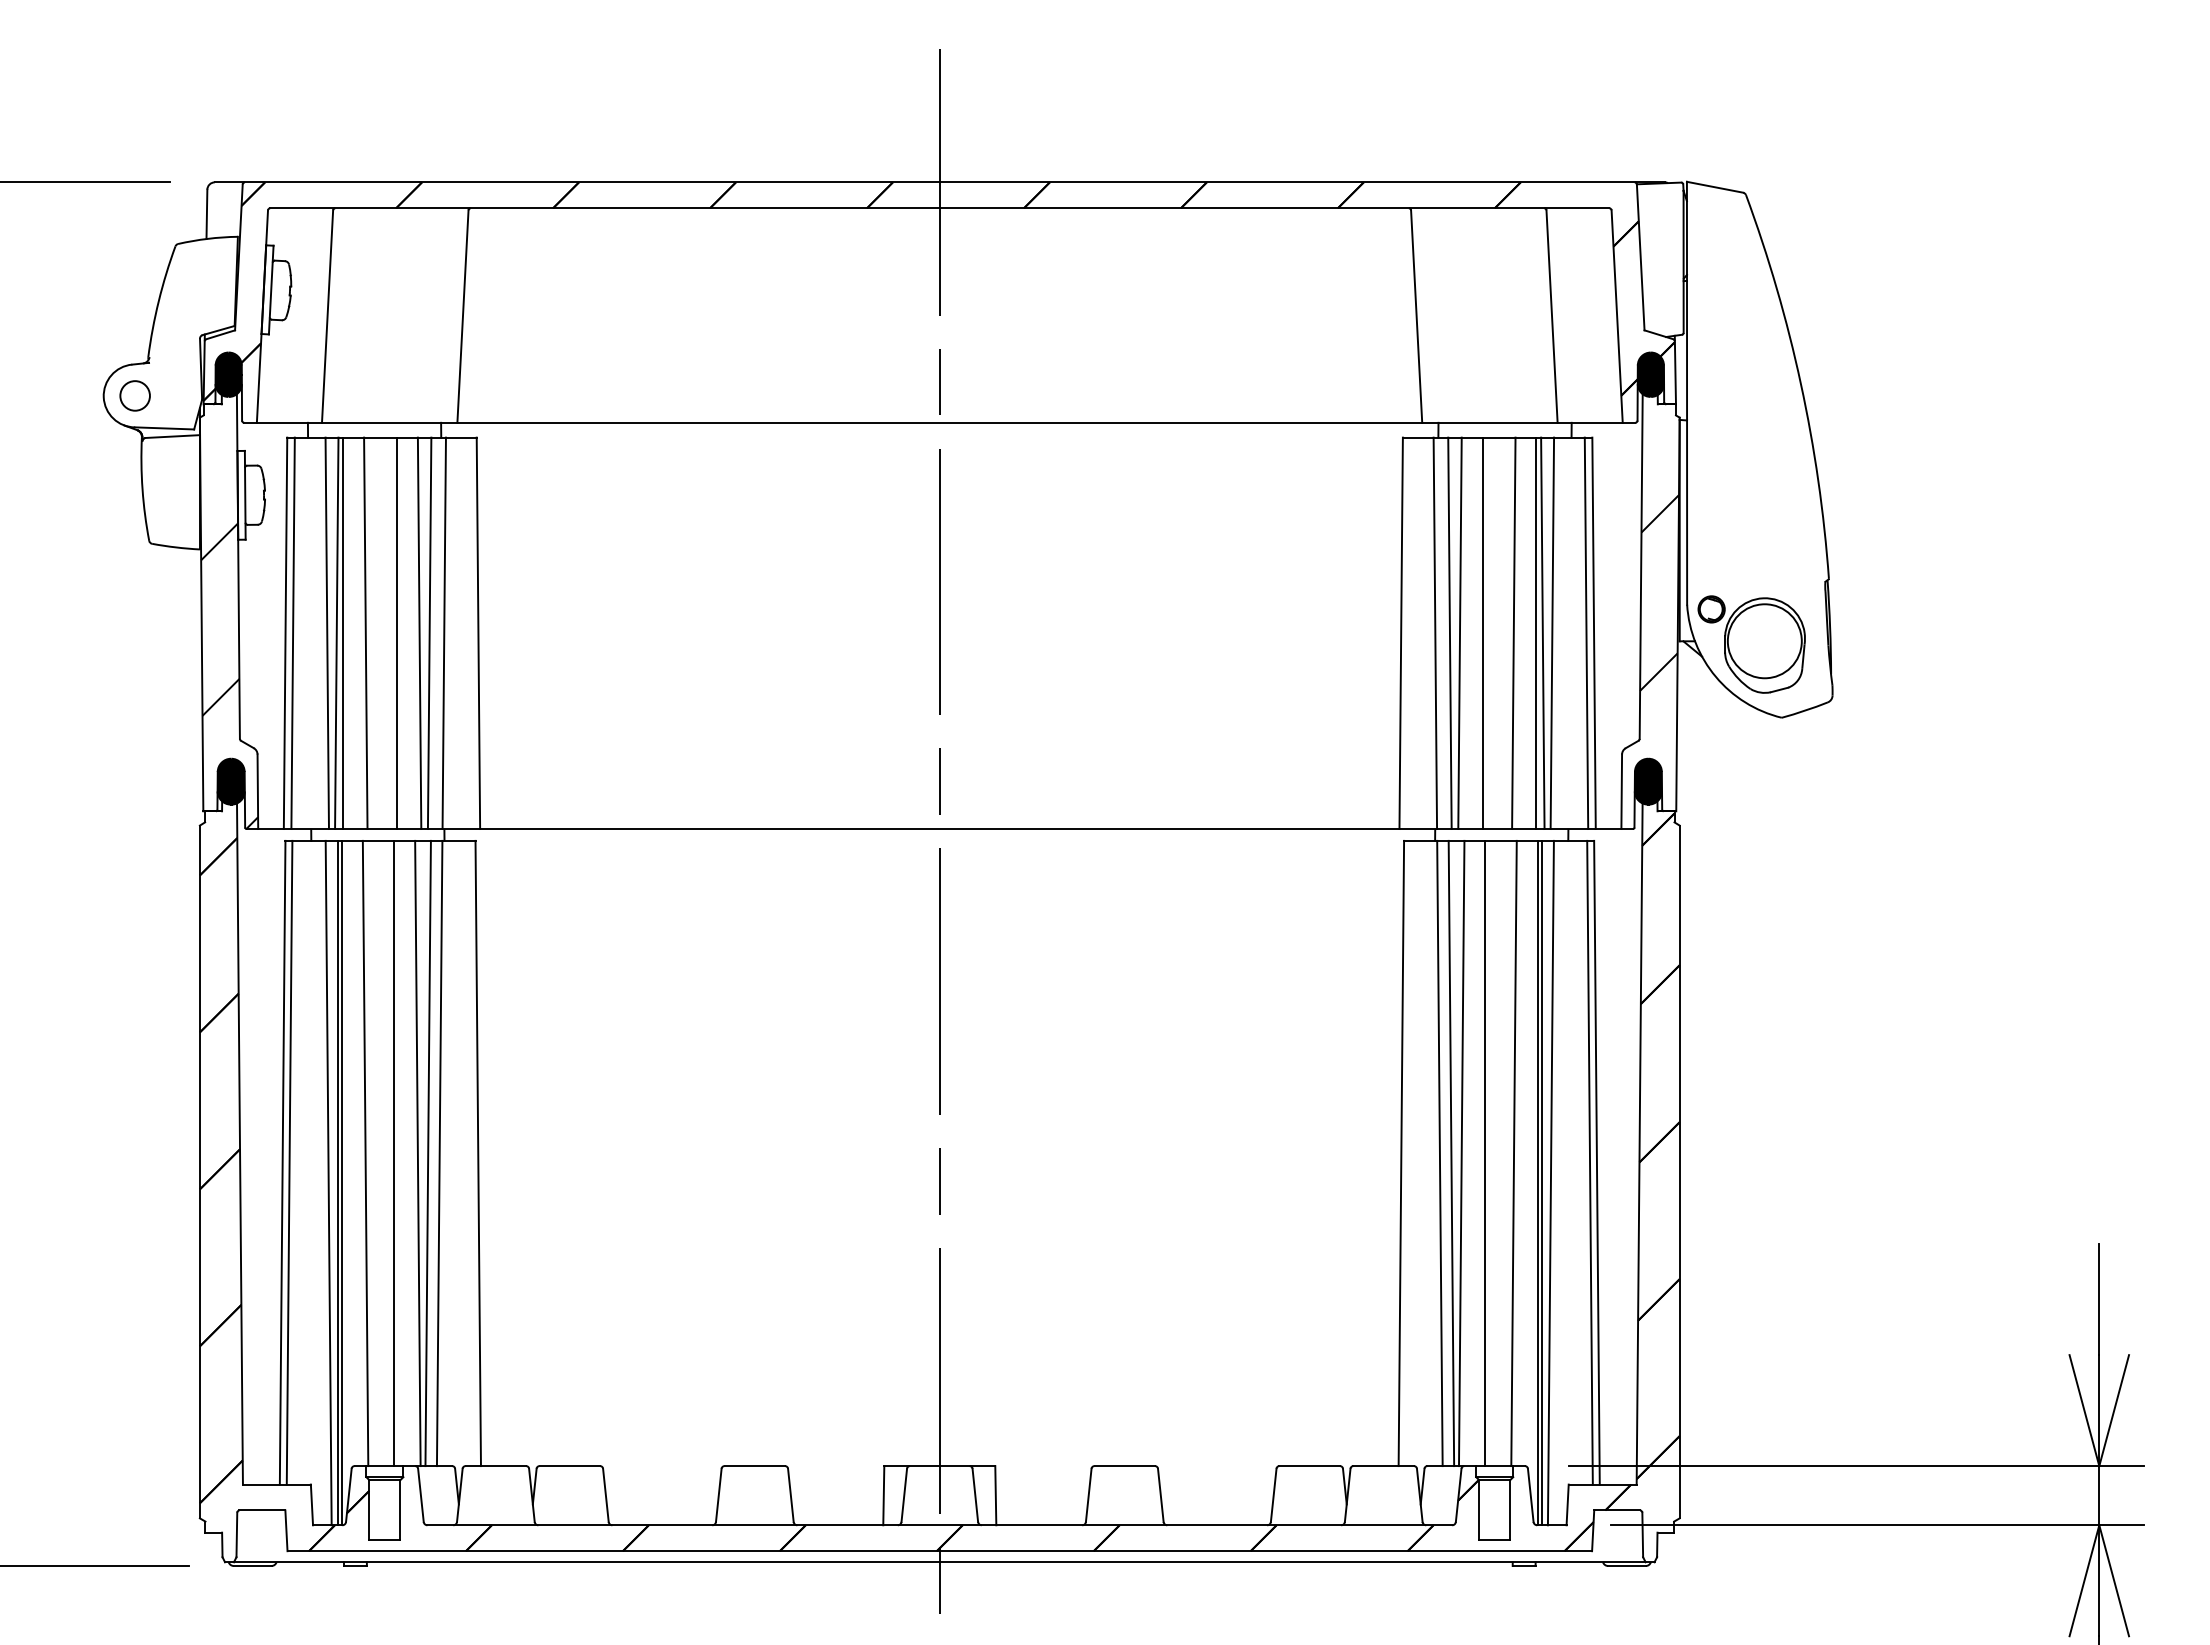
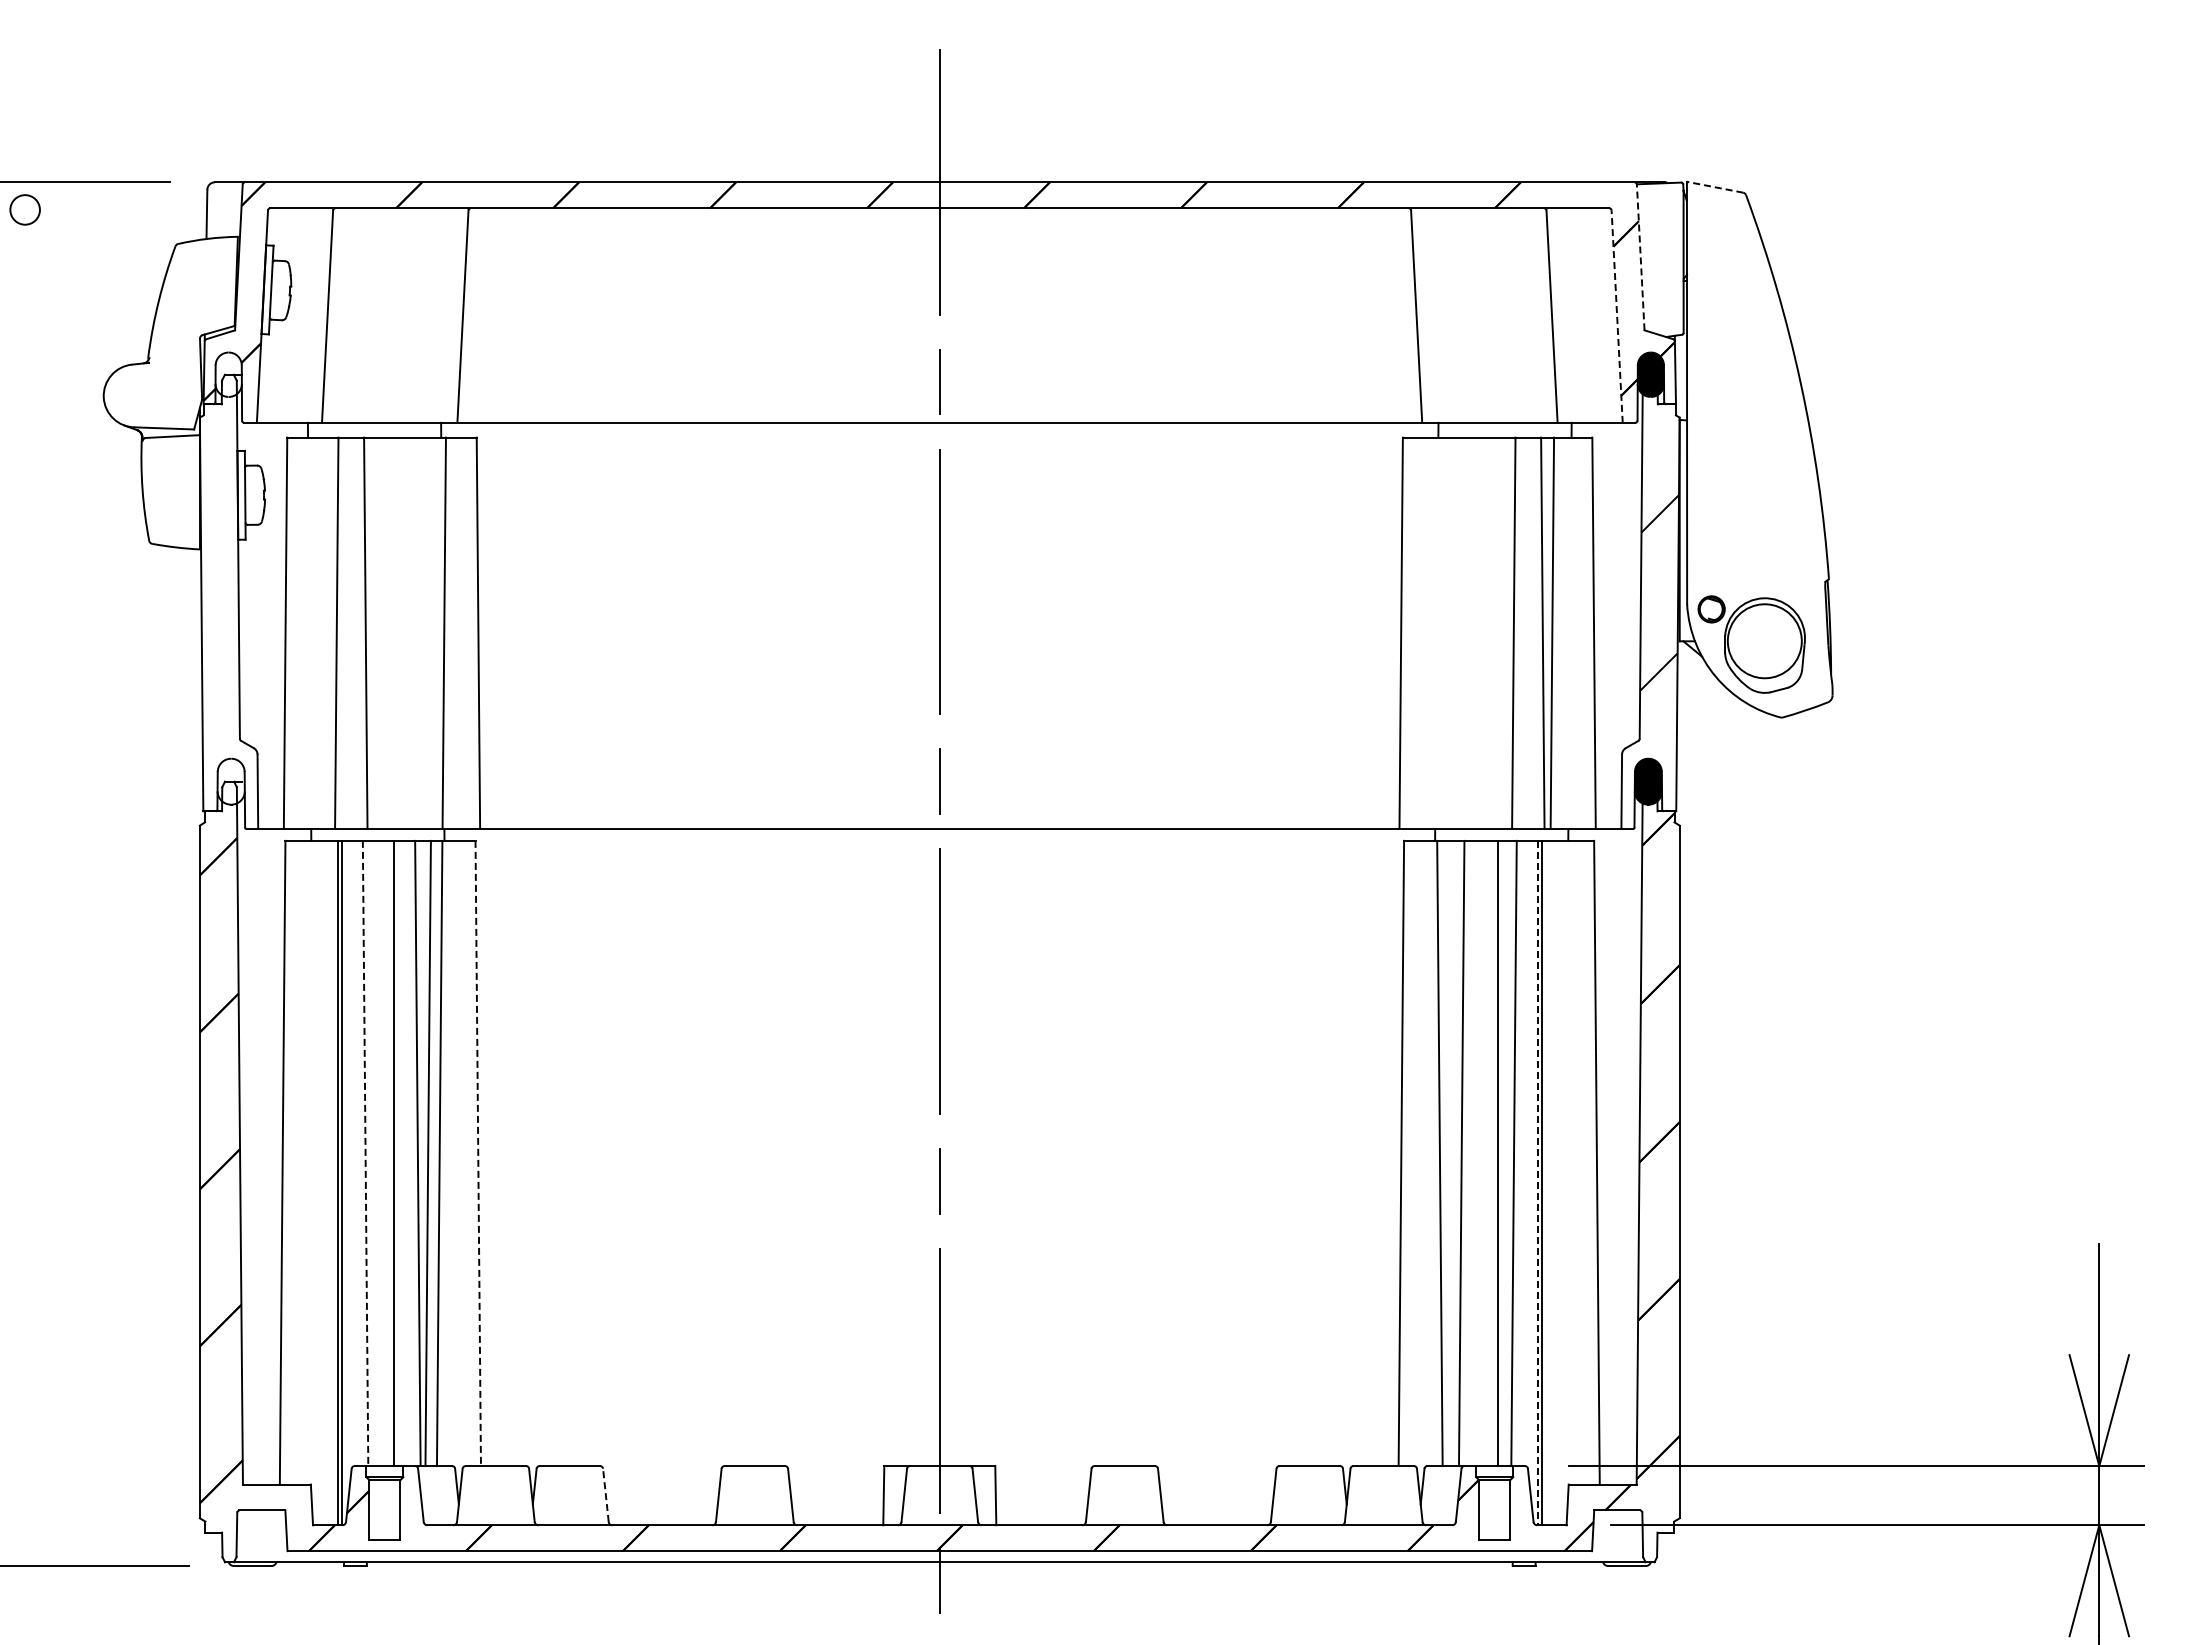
line at (1715, 187): solid -> dashed
line at (1640, 256): solid -> dashed
line at (1617, 316): solid -> dashed
fill at (228, 374): present -> none
circle at (134, 395) position: (134, 395) -> (24, 209)
line at (292, 633): present -> none
line at (326, 633): present -> none
line at (343, 633): present -> none
line at (396, 633): present -> none
line at (419, 633): present -> none
line at (429, 633): present -> none
line at (1435, 633): present -> none
line at (1449, 633): present -> none
line at (1459, 633): present -> none
line at (1482, 633): present -> none
line at (1536, 633): present -> none
line at (1586, 633): present -> none
hatch at (229, 676): present -> none
fill at (230, 781): present -> none
line at (365, 1153): solid -> dashed
line at (478, 1153): solid -> dashed
line at (1451, 1153): present -> none
line at (1485, 1153) position: (1485, 1153) -> (1498, 1153)
line at (289, 1162): present -> none
line at (1589, 1162): present -> none
line at (328, 1182): present -> none
line at (1550, 1182): present -> none
line at (1537, 1183): solid -> dashed
line at (605, 1495): solid -> dashed
